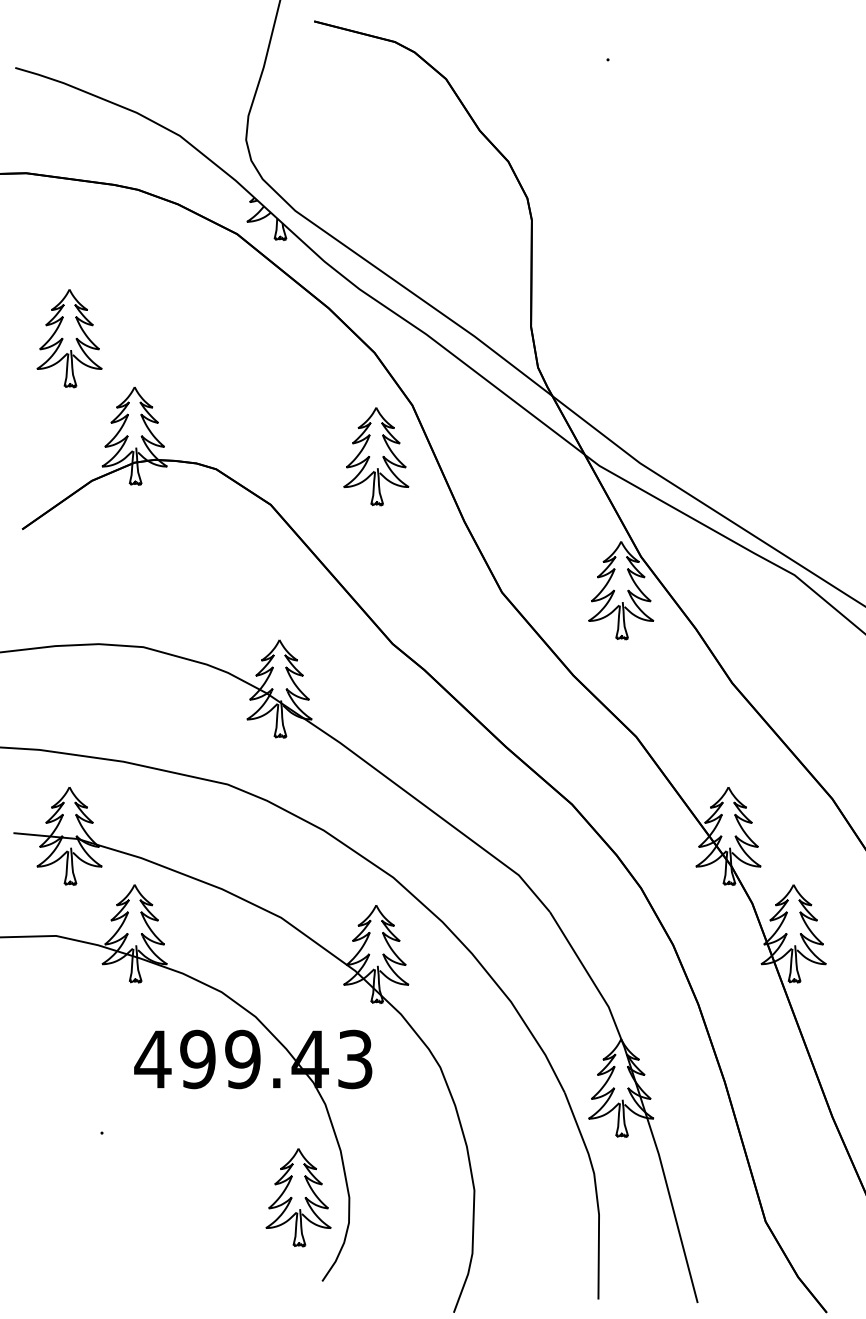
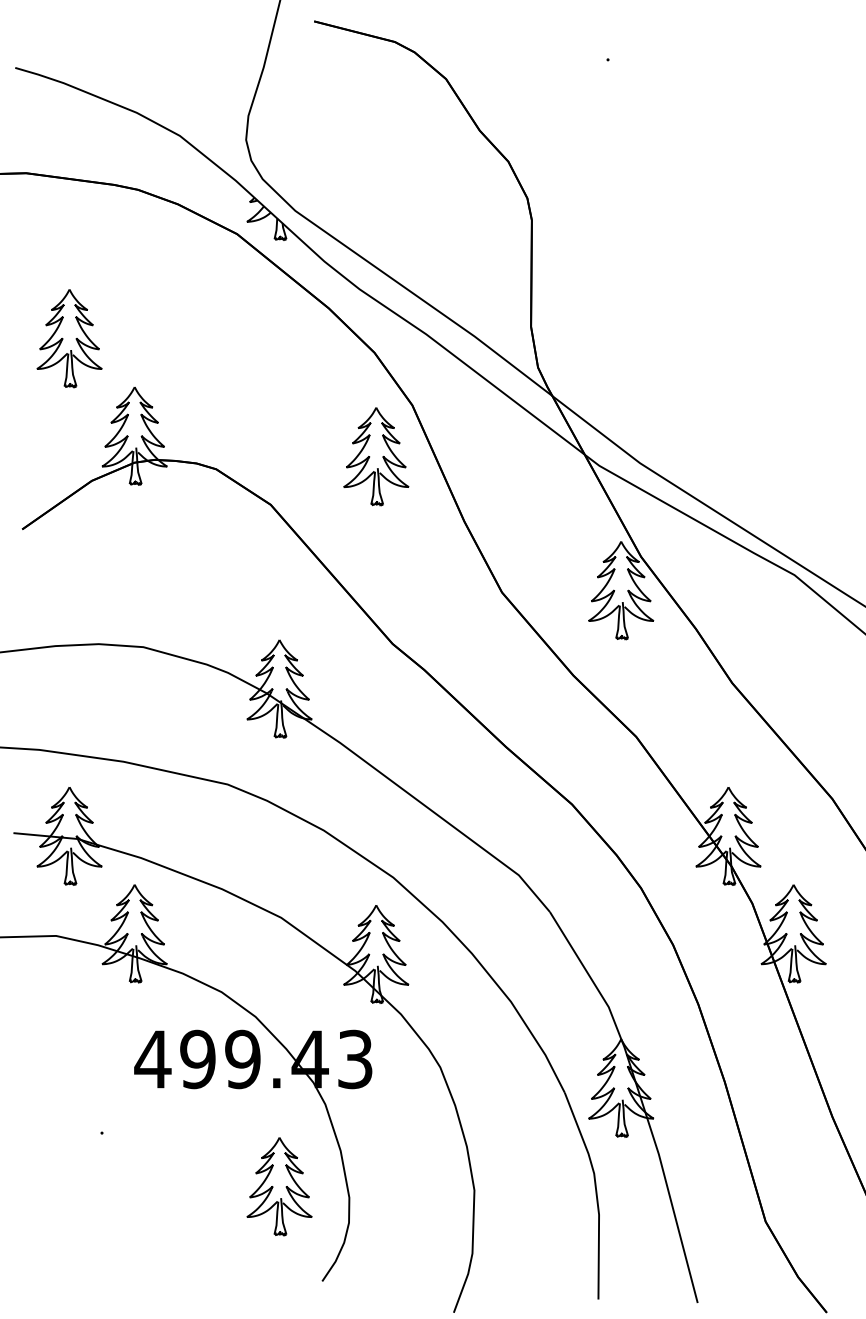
part at (298, 1197) position: (298, 1197) -> (279, 1186)
